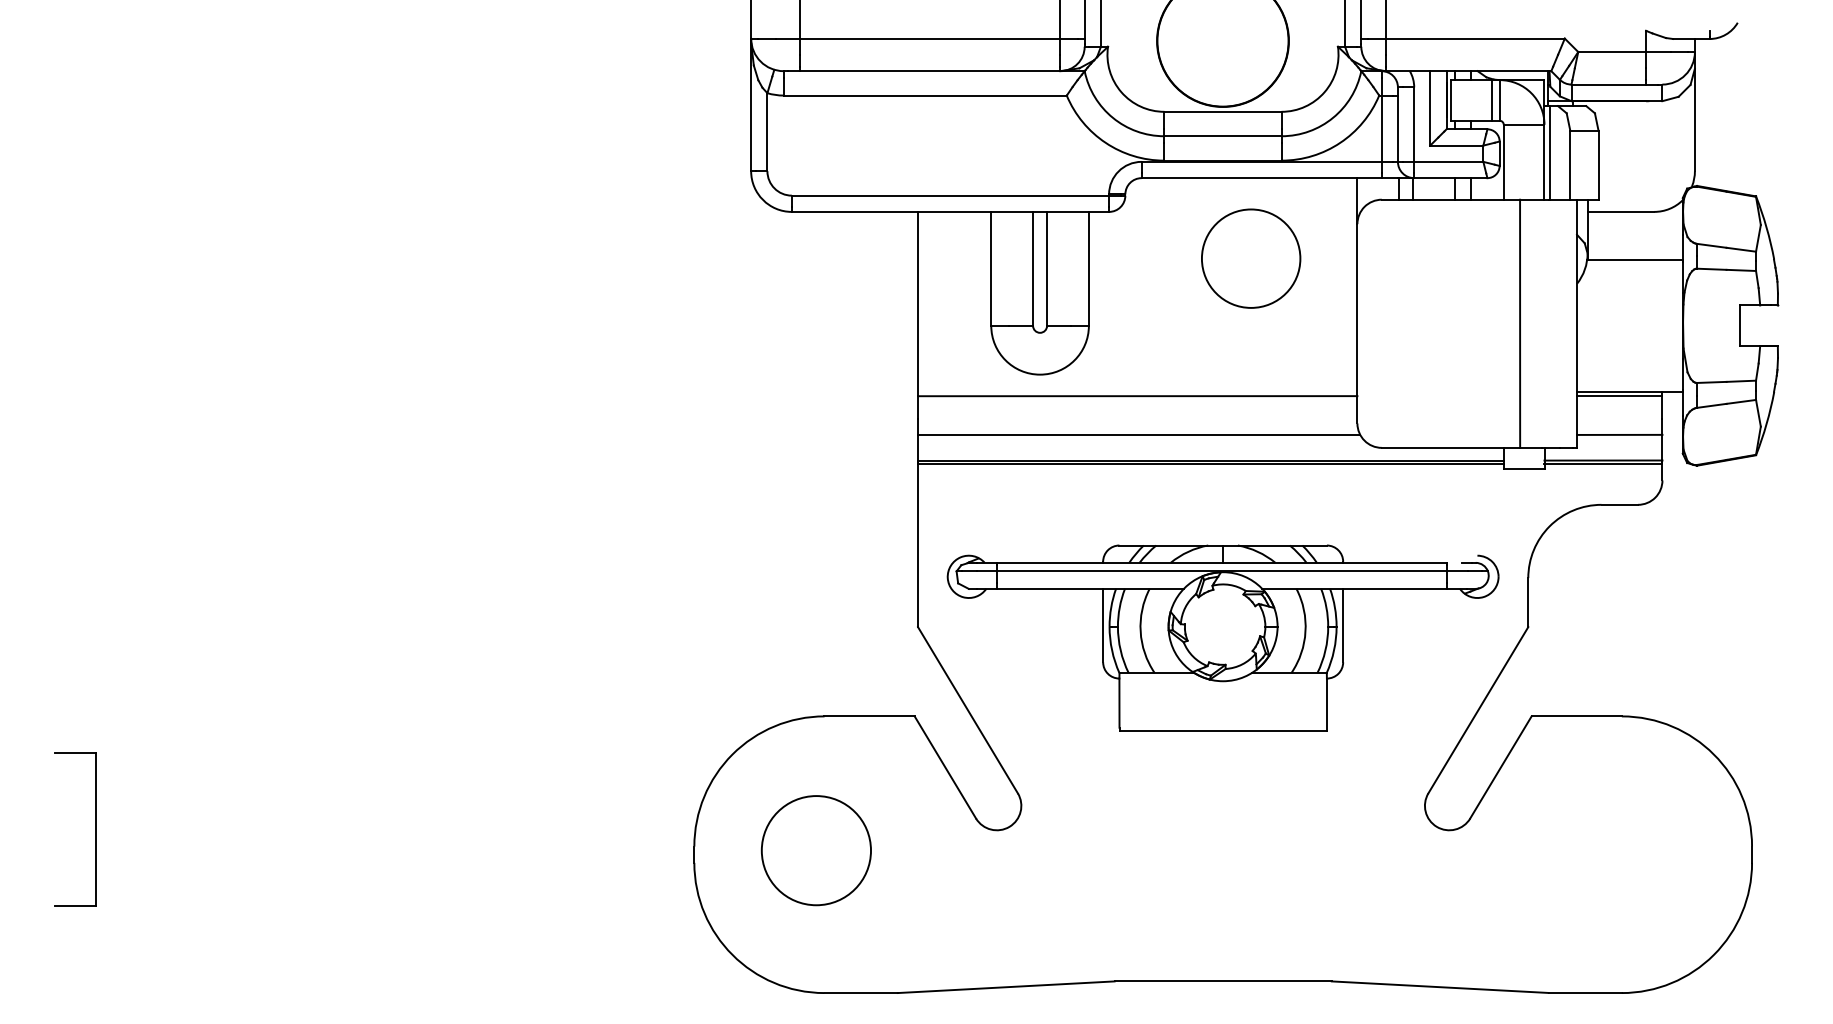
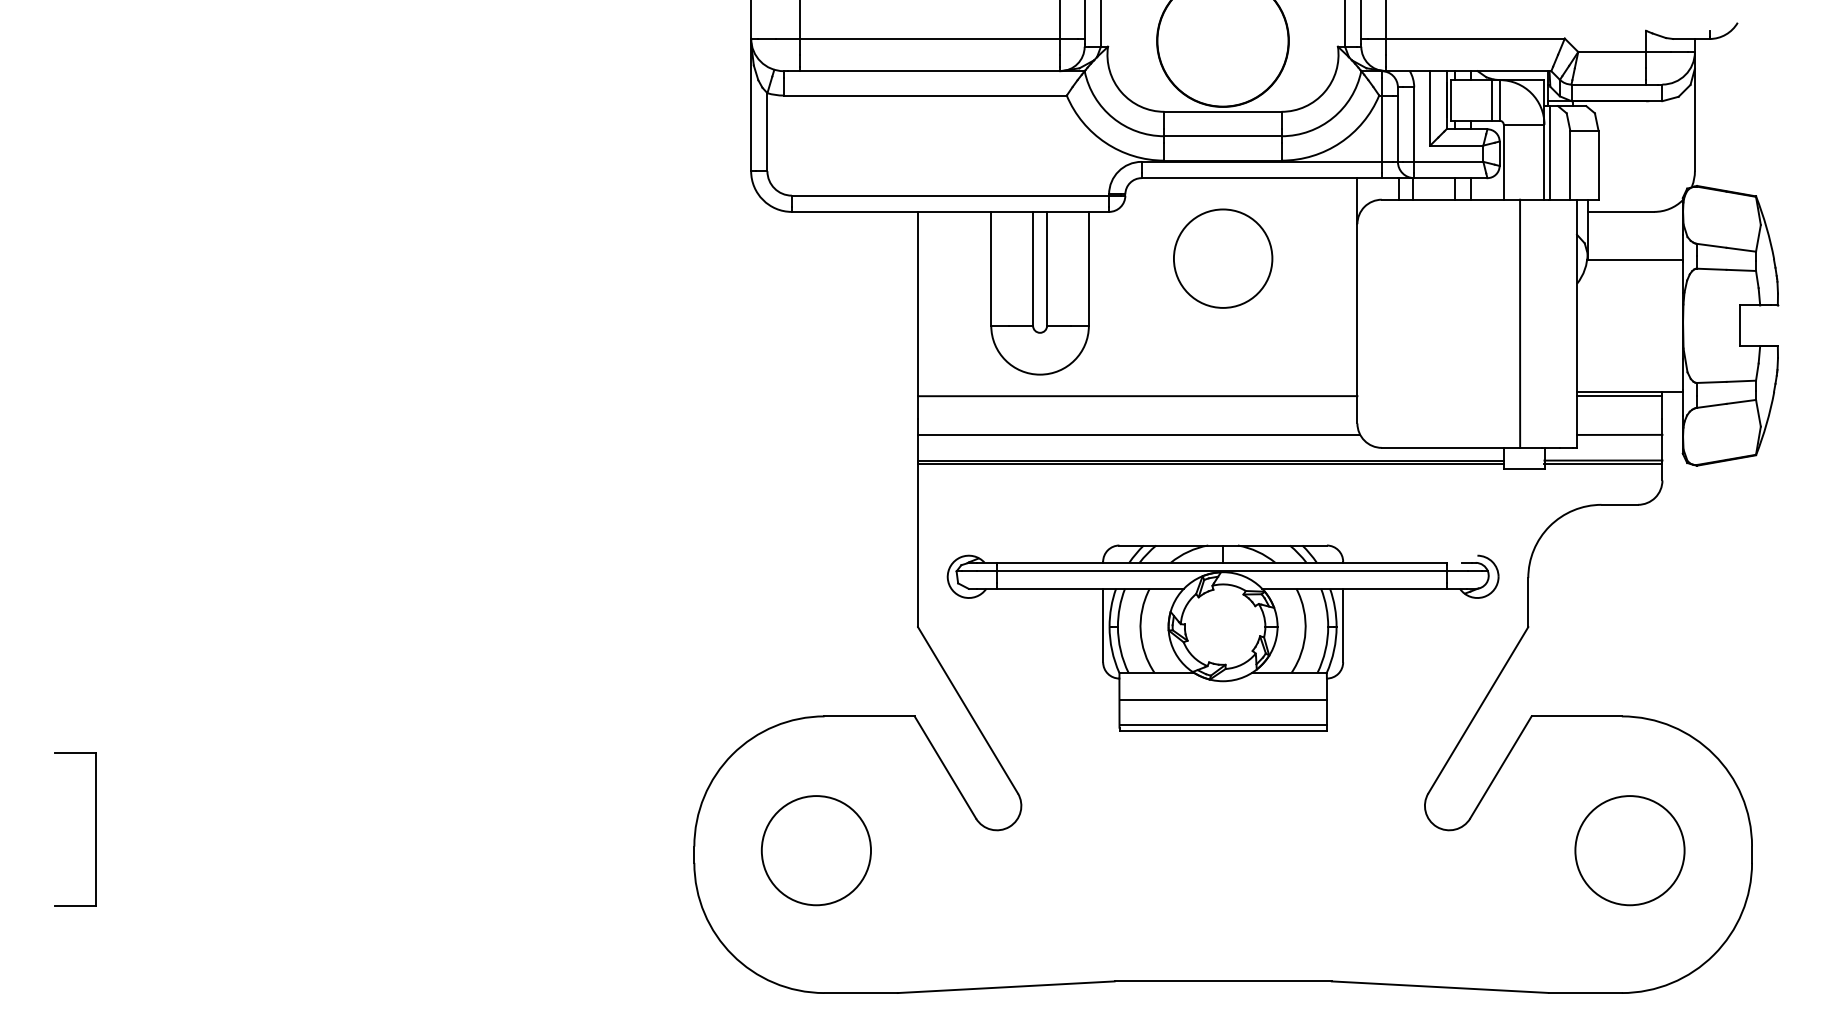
circle at (1251, 258) position: (1251, 258) -> (1223, 258)
line at (1222, 700): none -> present
line at (1222, 725): none -> present
circle at (1629, 850): none -> present
